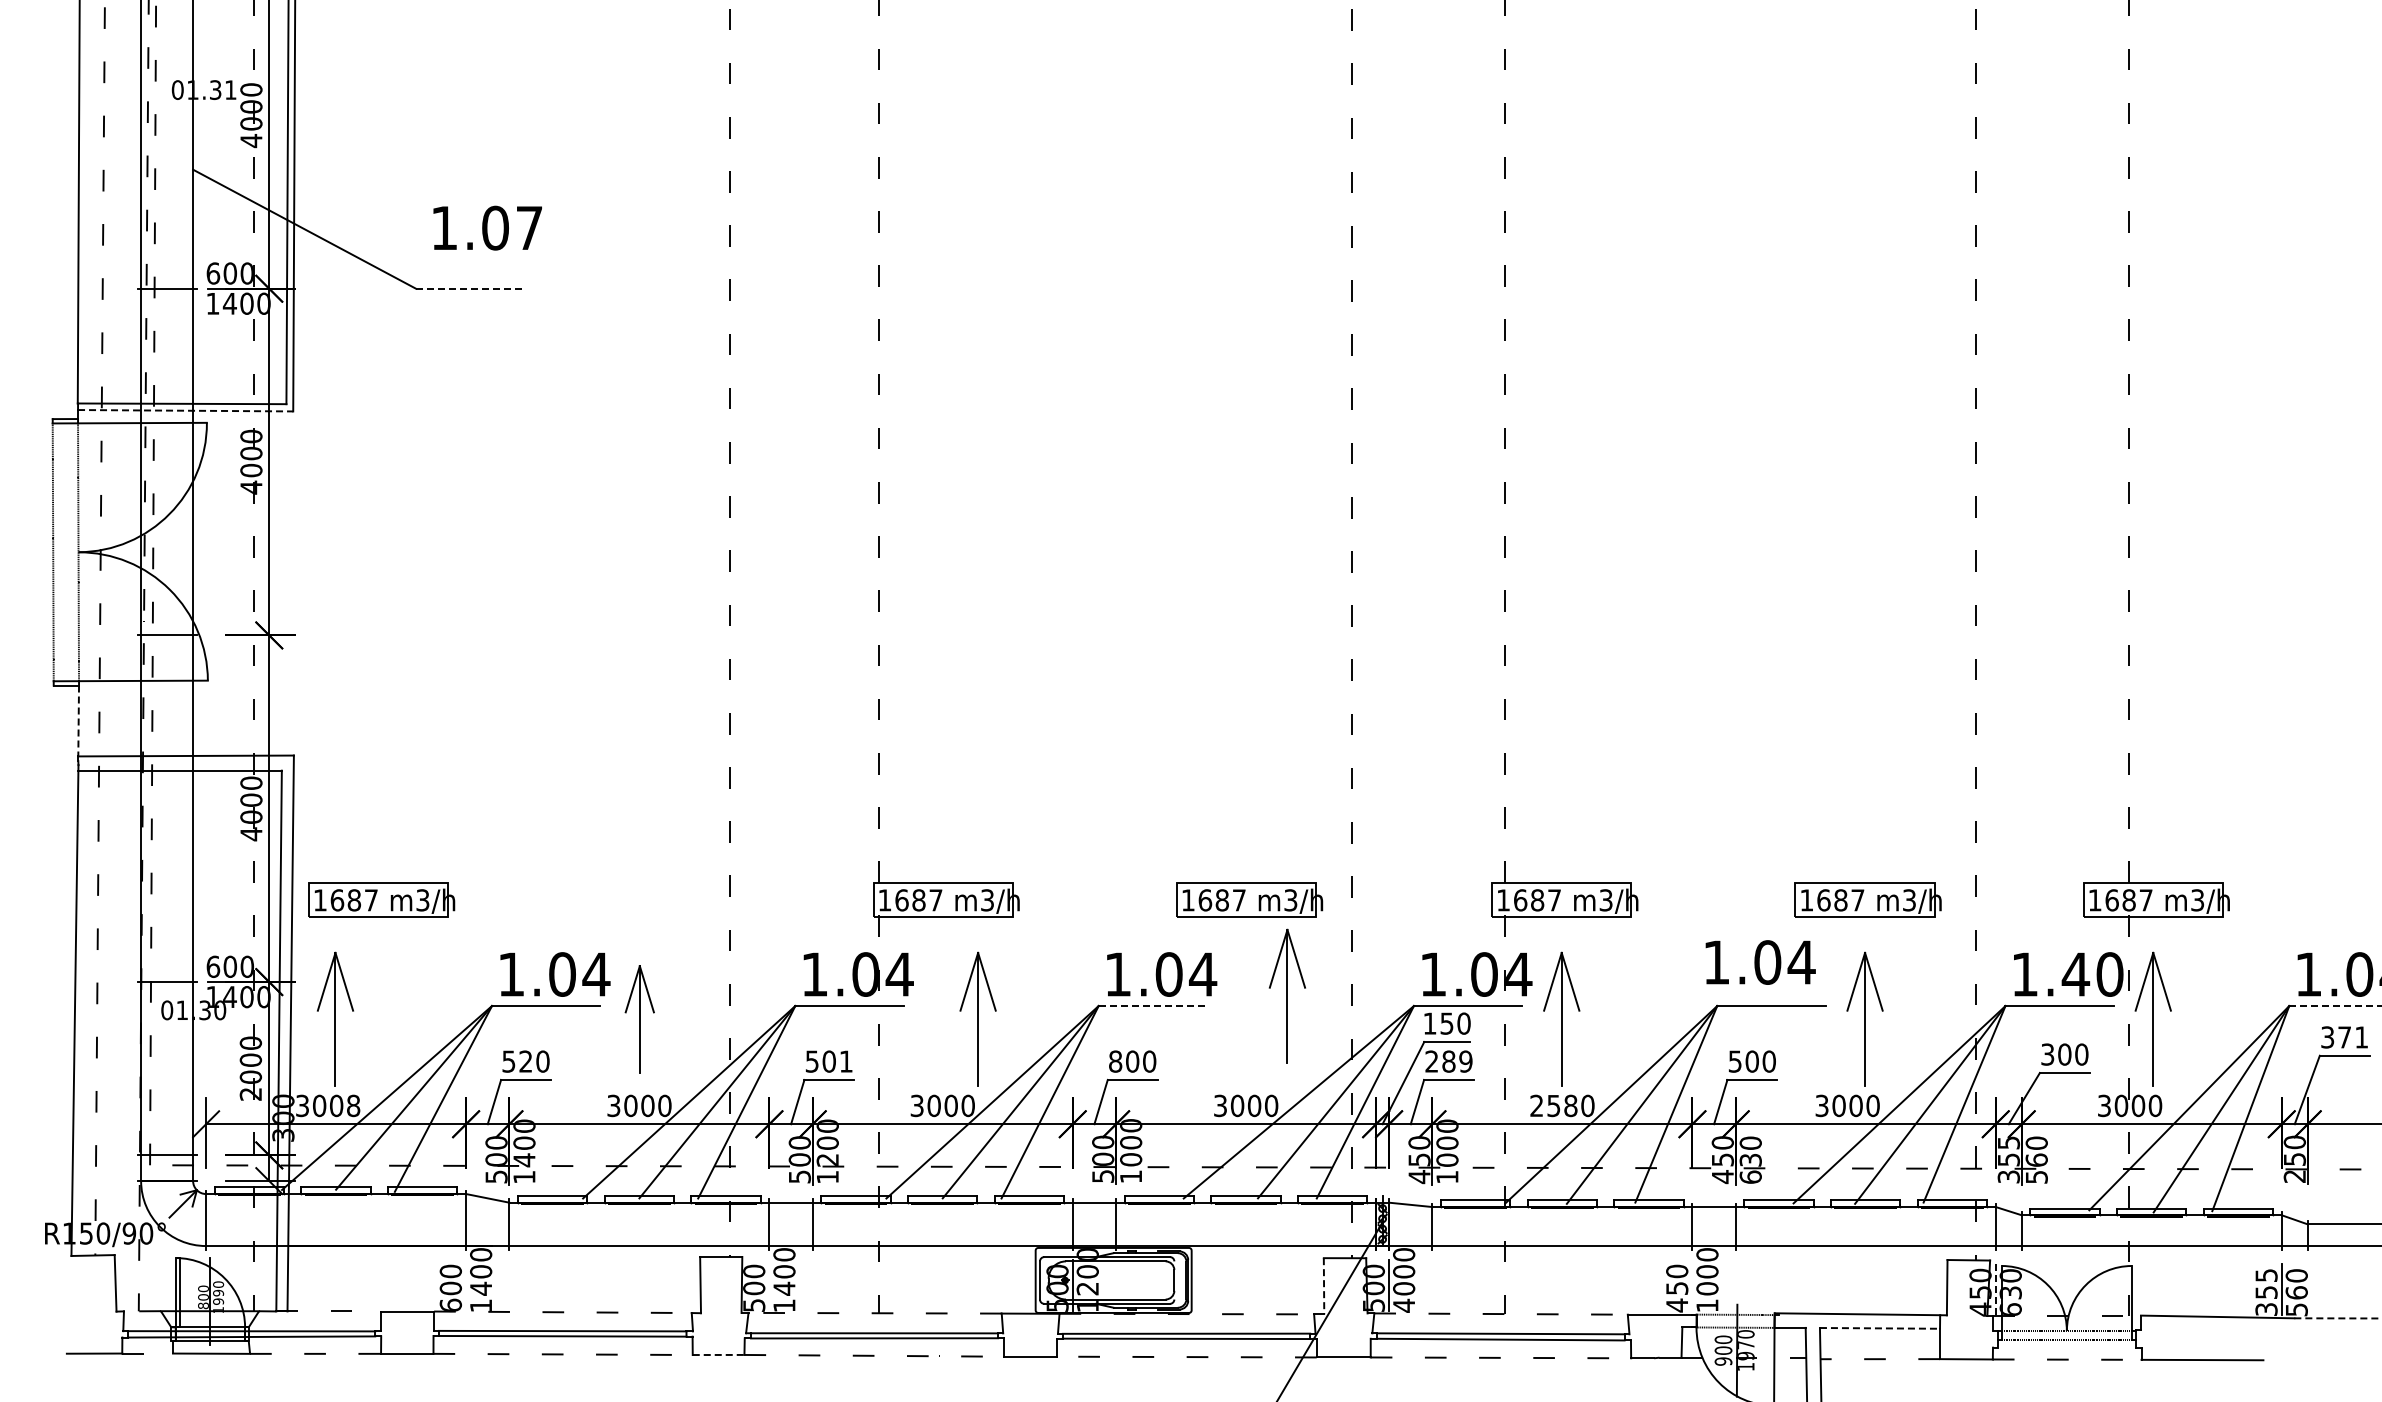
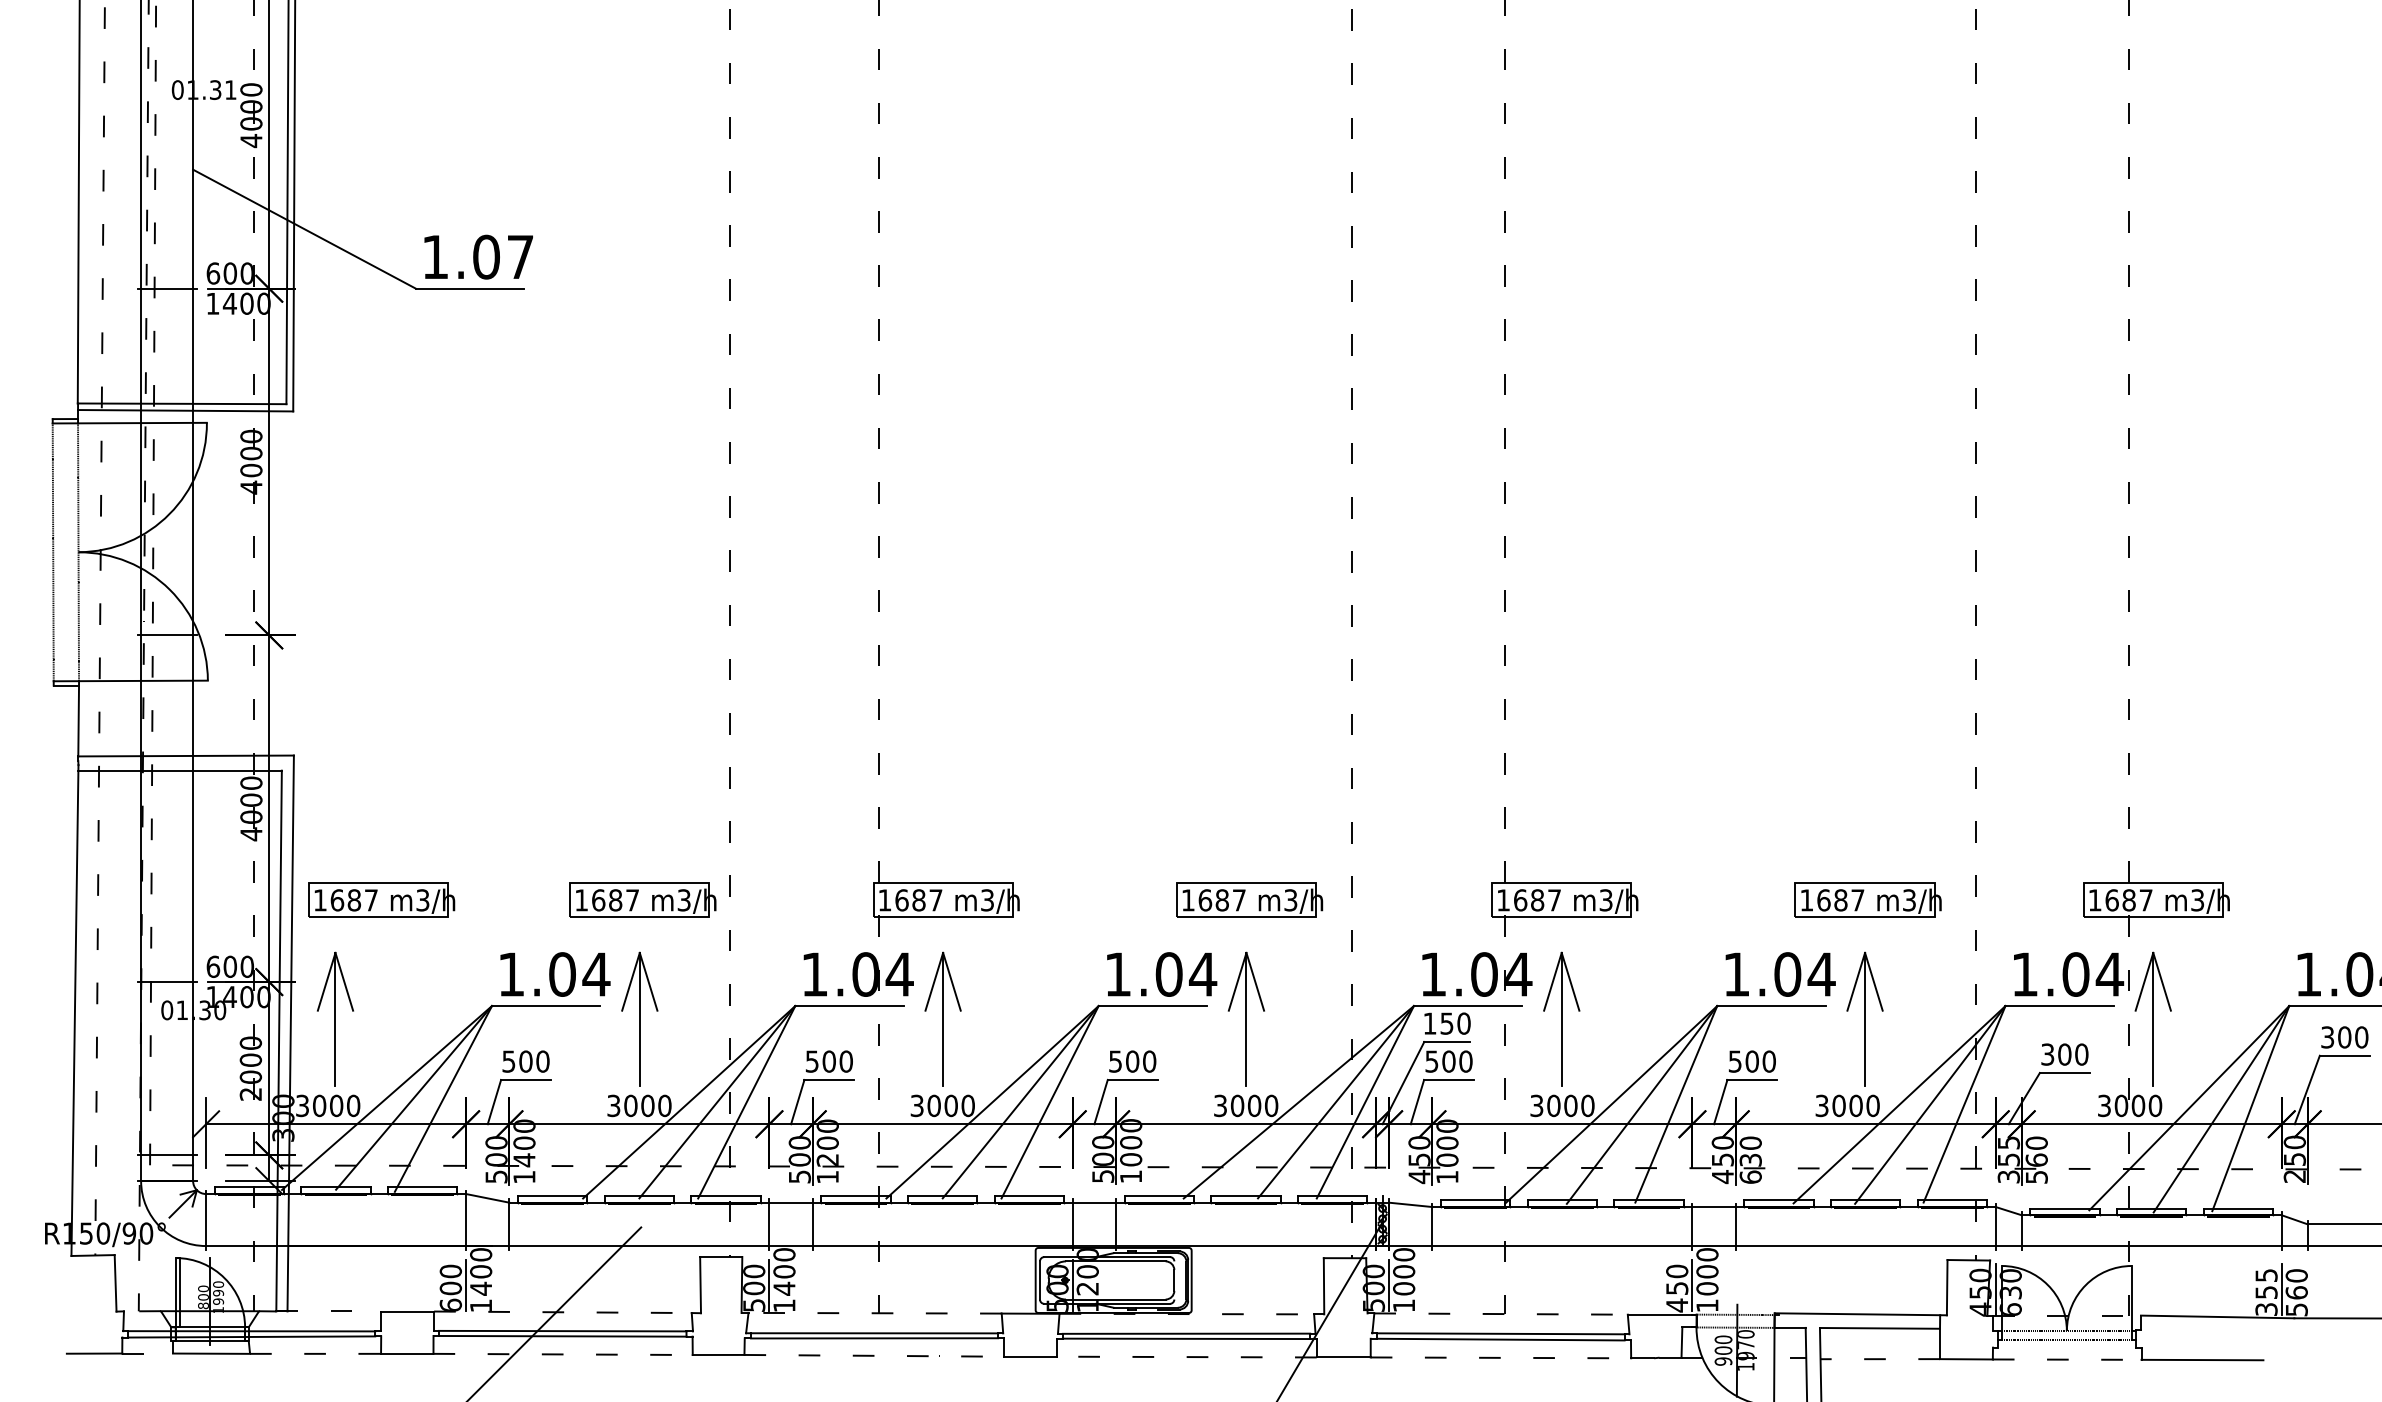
text at (487, 227) position: (487, 227) -> (478, 256)
line at (470, 288): dashed -> solid
line at (185, 410): dashed -> solid
line at (78, 721): dashed -> solid
part at (642, 899): none -> present
text at (1760, 962) position: (1760, 962) -> (1780, 974)
text at (2092, 974): 1.40 -> 1.04
part at (1286, 995) position: (1286, 995) -> (1245, 1018)
line at (1153, 1006): dashed -> solid
line at (2335, 1006): dashed -> solid
part at (977, 1018) position: (977, 1018) -> (942, 1018)
part at (639, 1019) size: 31x109 px -> 38x136 px
text at (2353, 1037): 371 -> 300
text at (525, 1061): 520 -> 500
text at (845, 1061): 501 -> 500
text at (1115, 1061): 800 -> 500
text at (1448, 1061): 289 -> 500
text at (353, 1105): 3008 -> 3000
text at (1553, 1105): 2580 -> 3000
line at (466, 1285): none -> present
line at (769, 1285): none -> present
line at (1692, 1285): none -> present
line at (1324, 1286): dashed -> solid
line at (1995, 1289): dashed -> solid
text at (1403, 1305): 4000 -> 1000
line at (555, 1312): none -> present
line at (2338, 1318): dashed -> solid
line at (1880, 1328): dashed -> solid
line at (718, 1354): dashed -> solid
